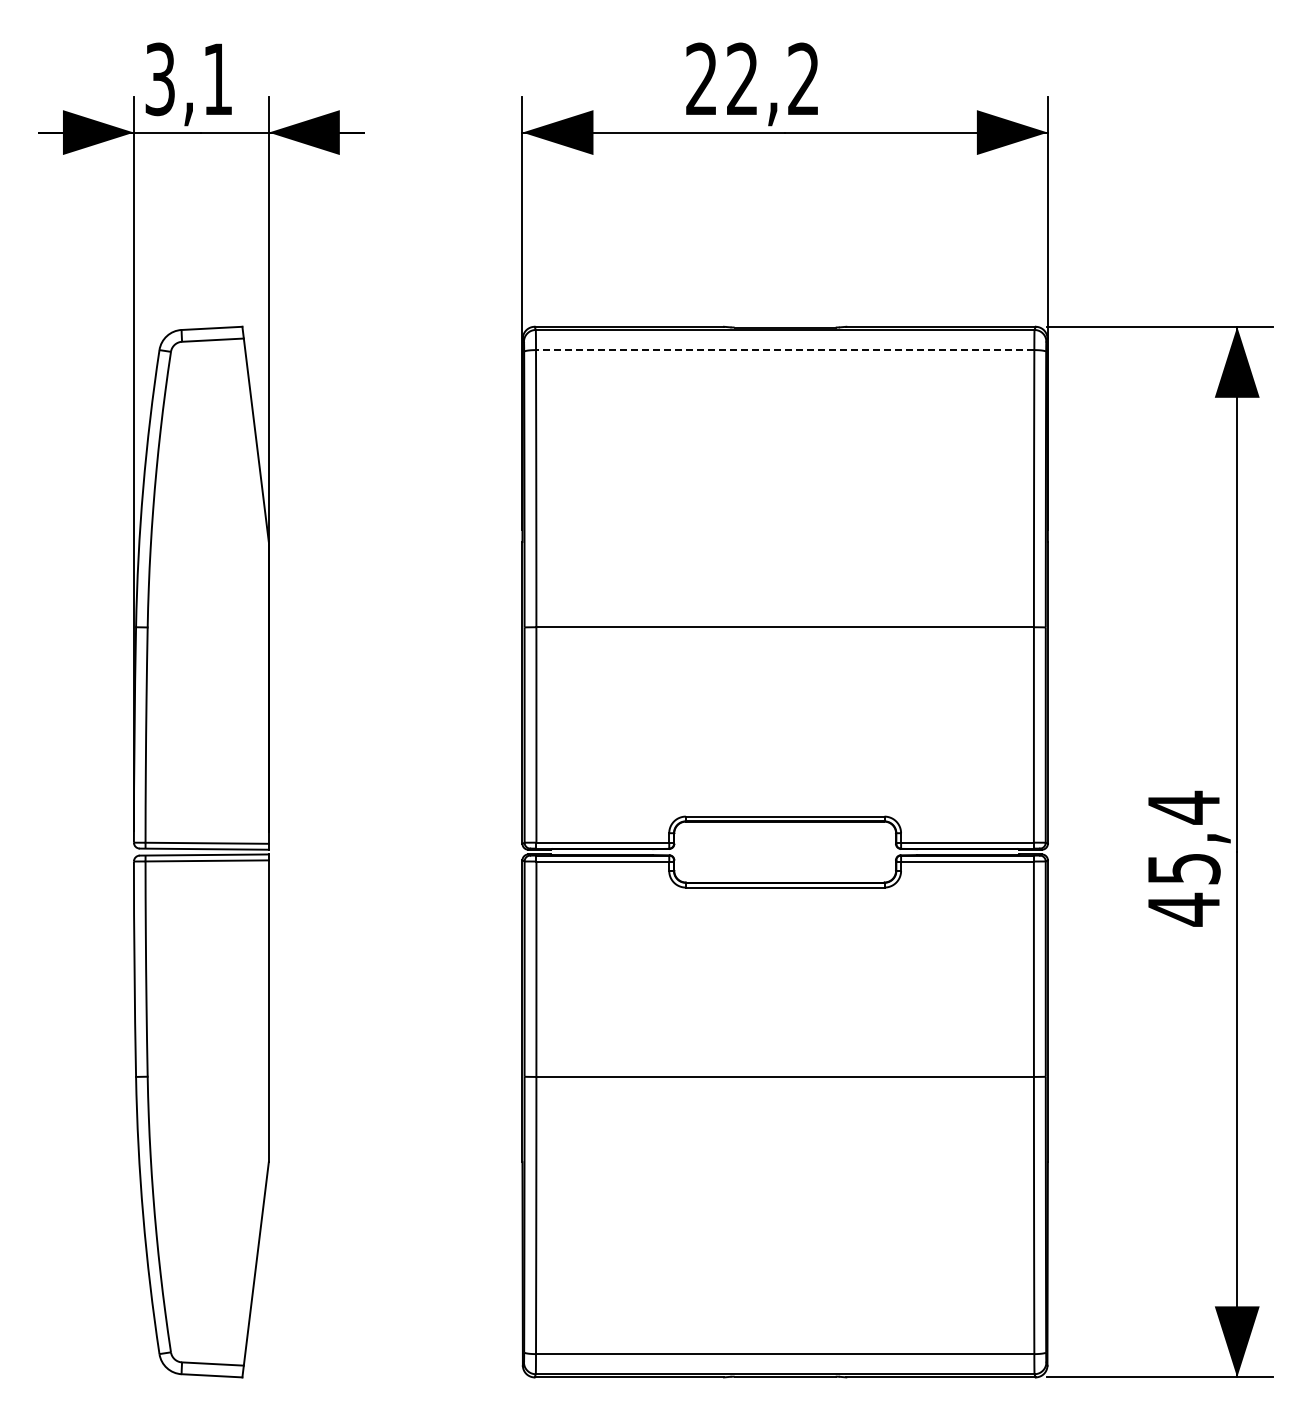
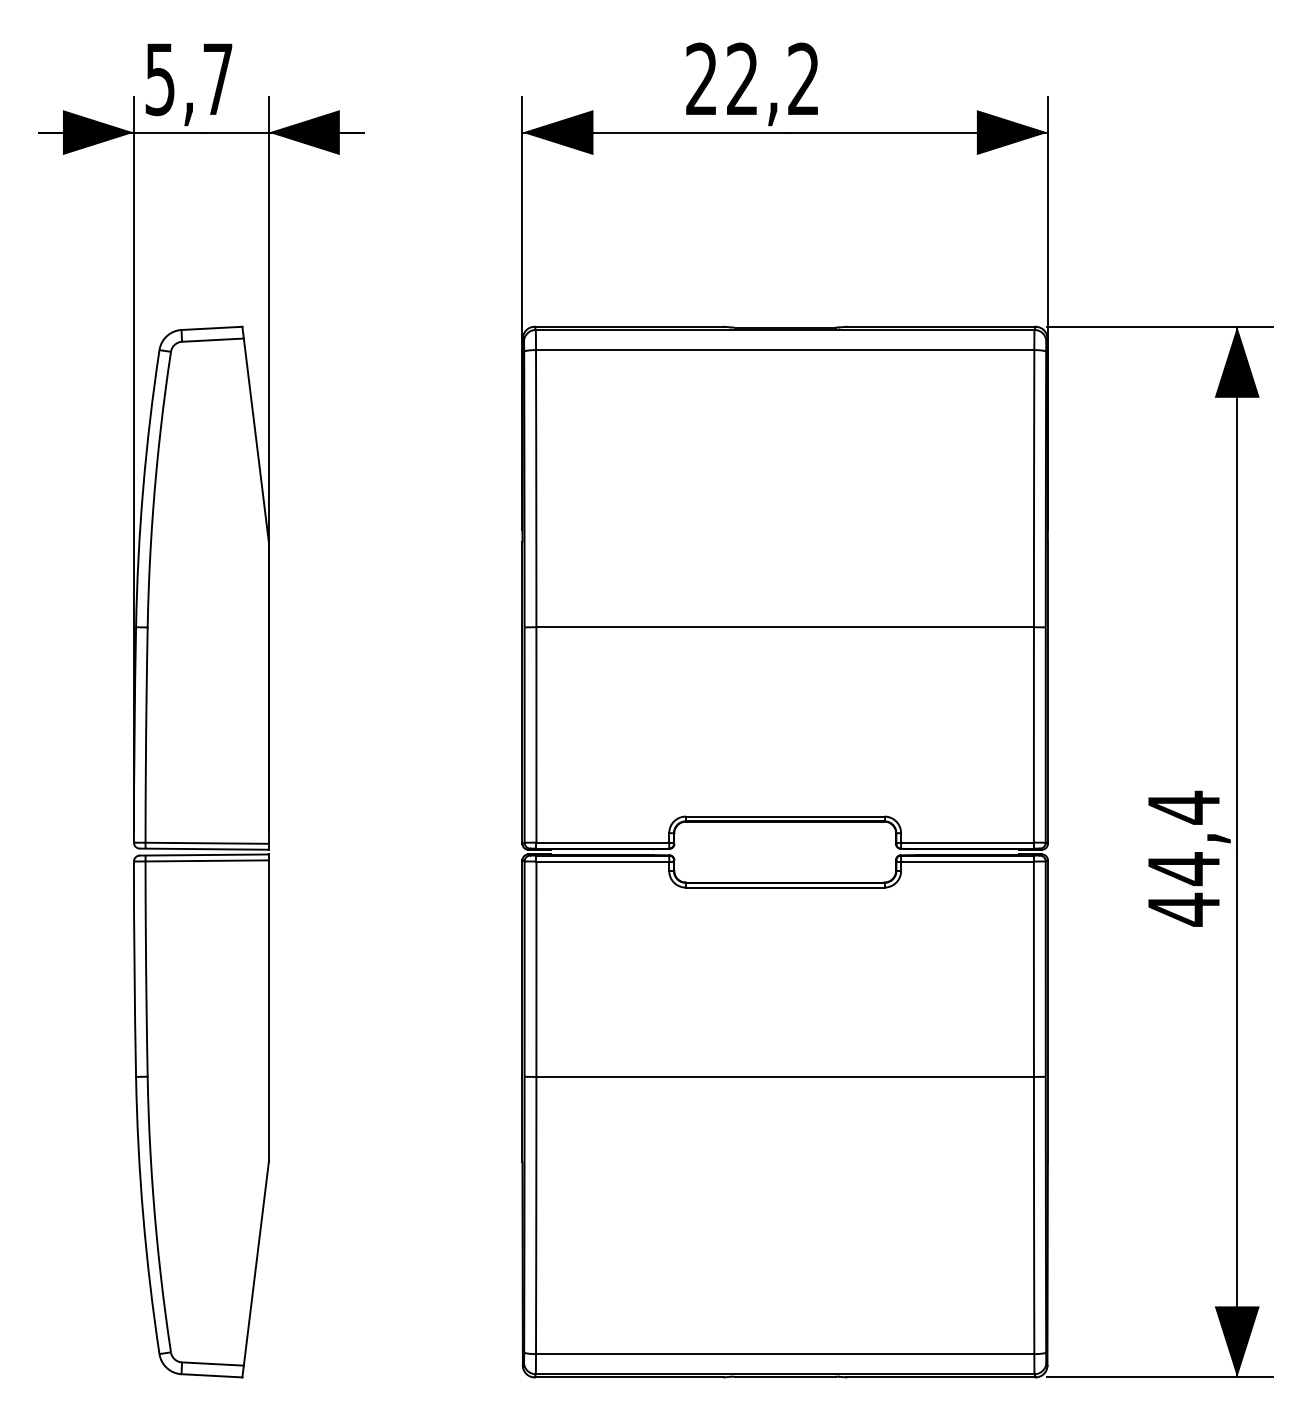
text at (189, 78): 3,1 -> 5,7
line at (784, 350): dashed -> solid
text at (1184, 869): 45,4 -> 44,4
